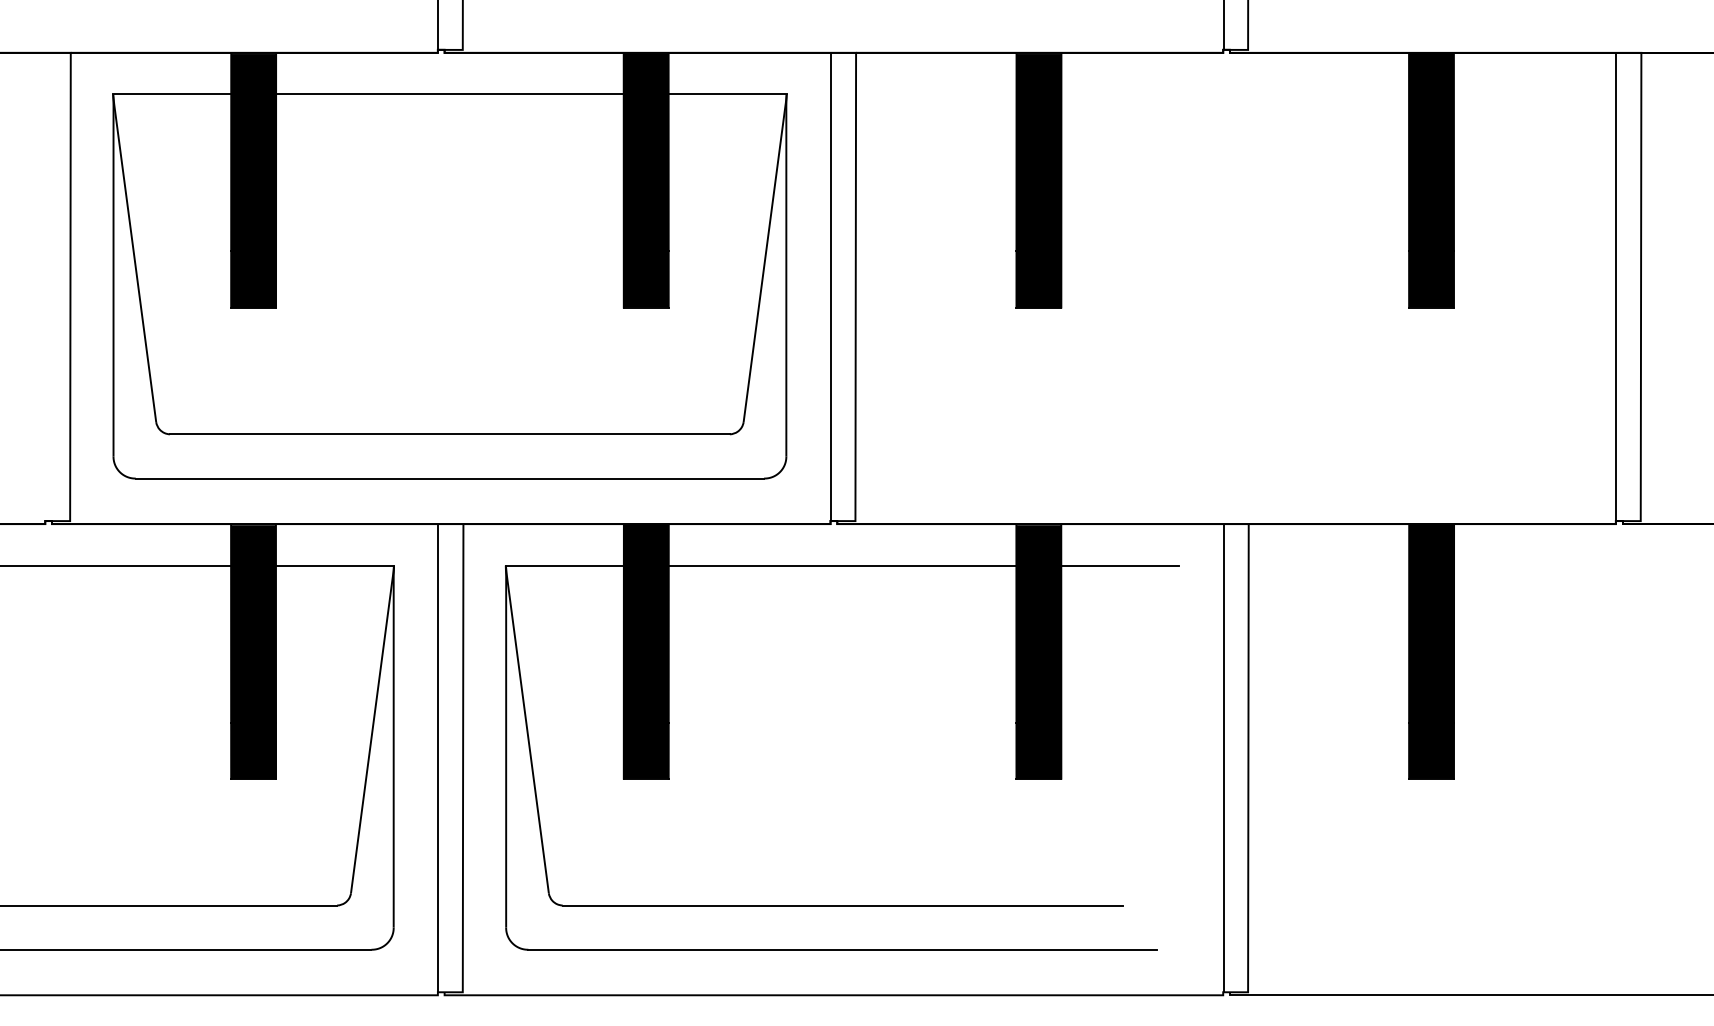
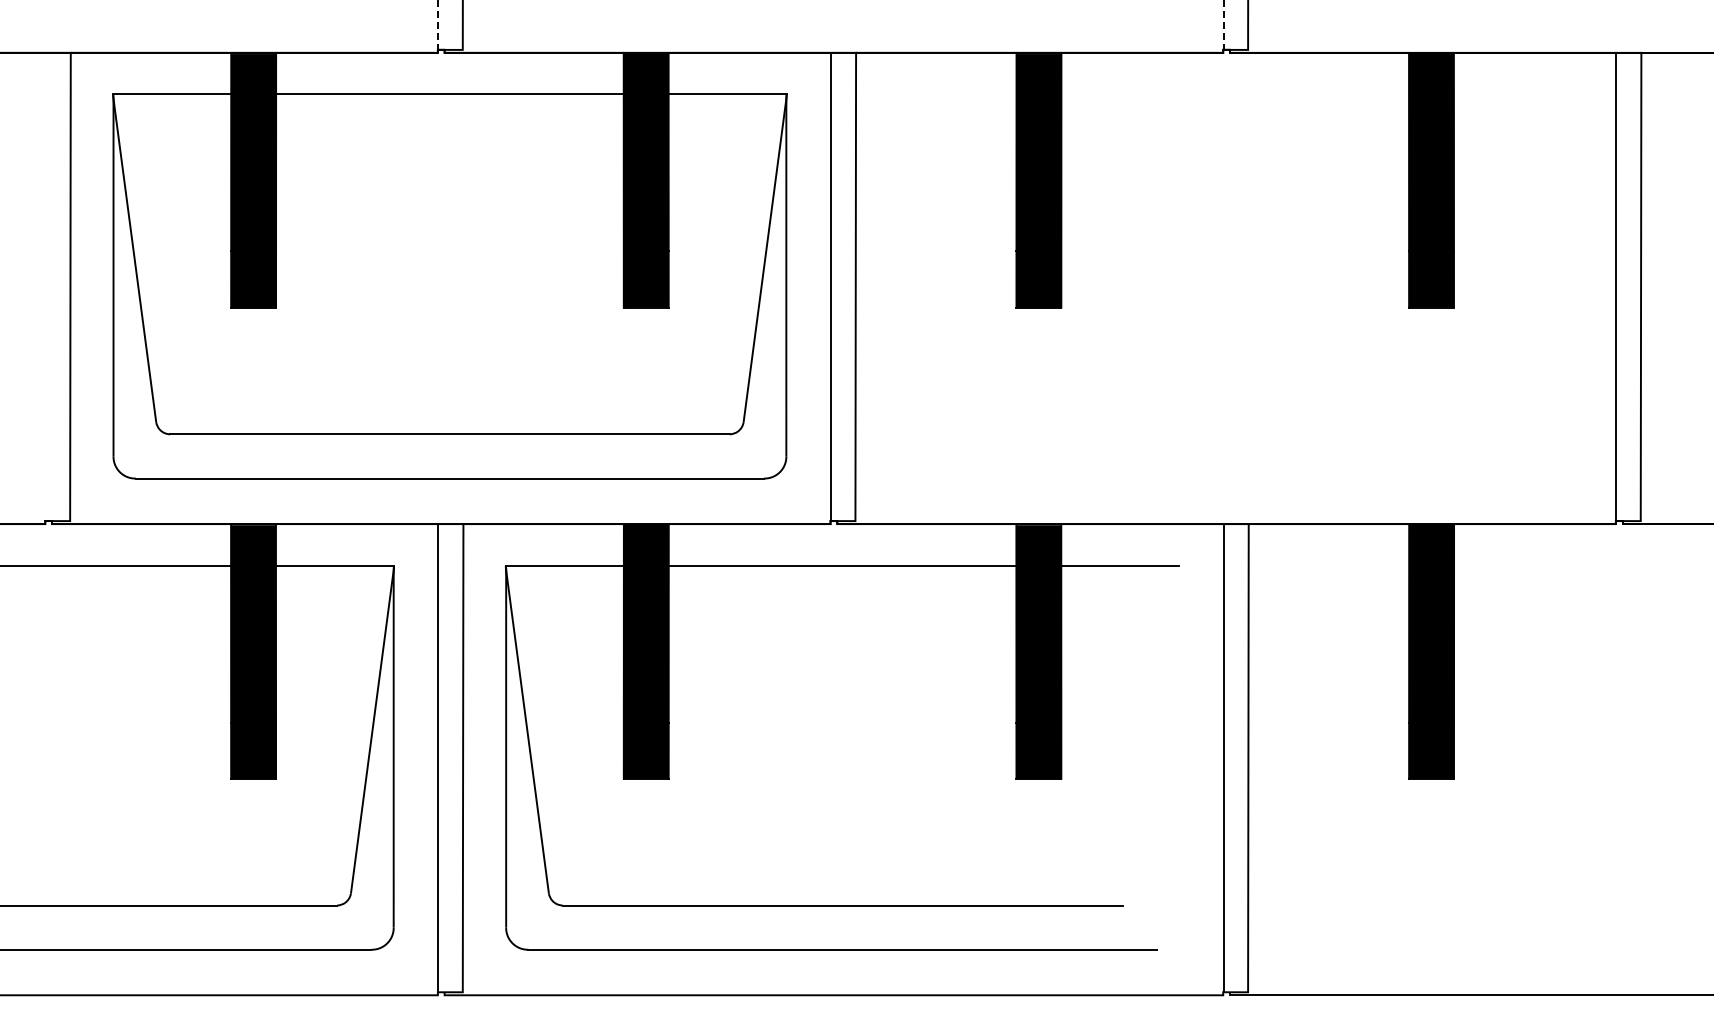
line at (438, 25): solid -> dashed
line at (1223, 25): solid -> dashed
